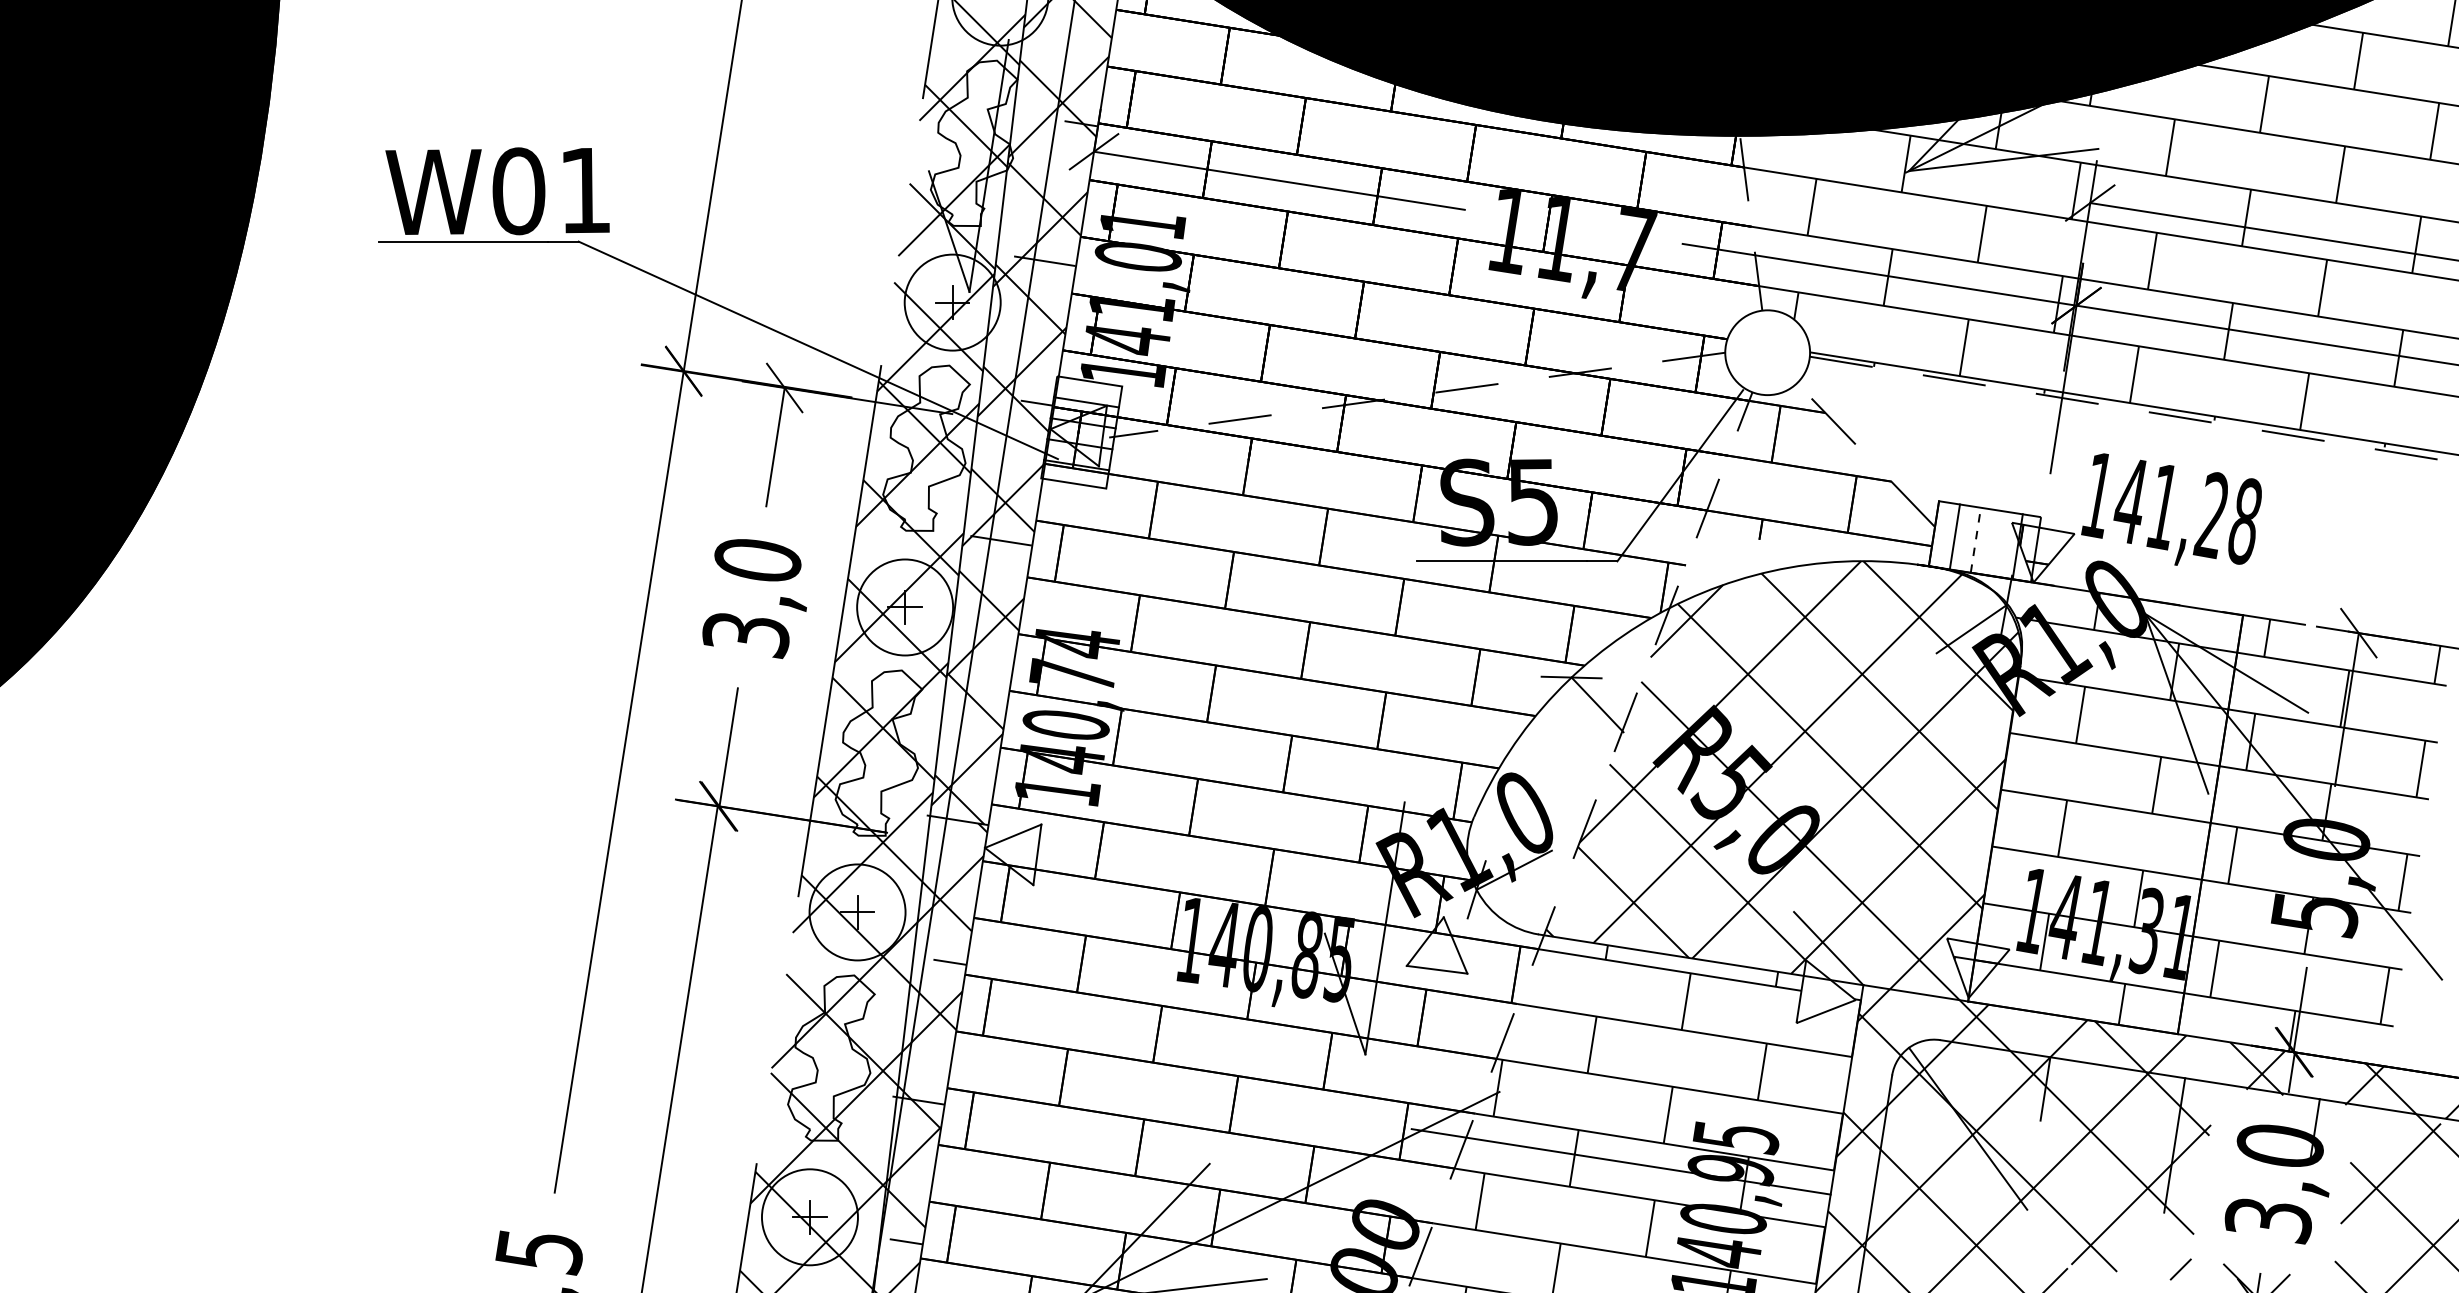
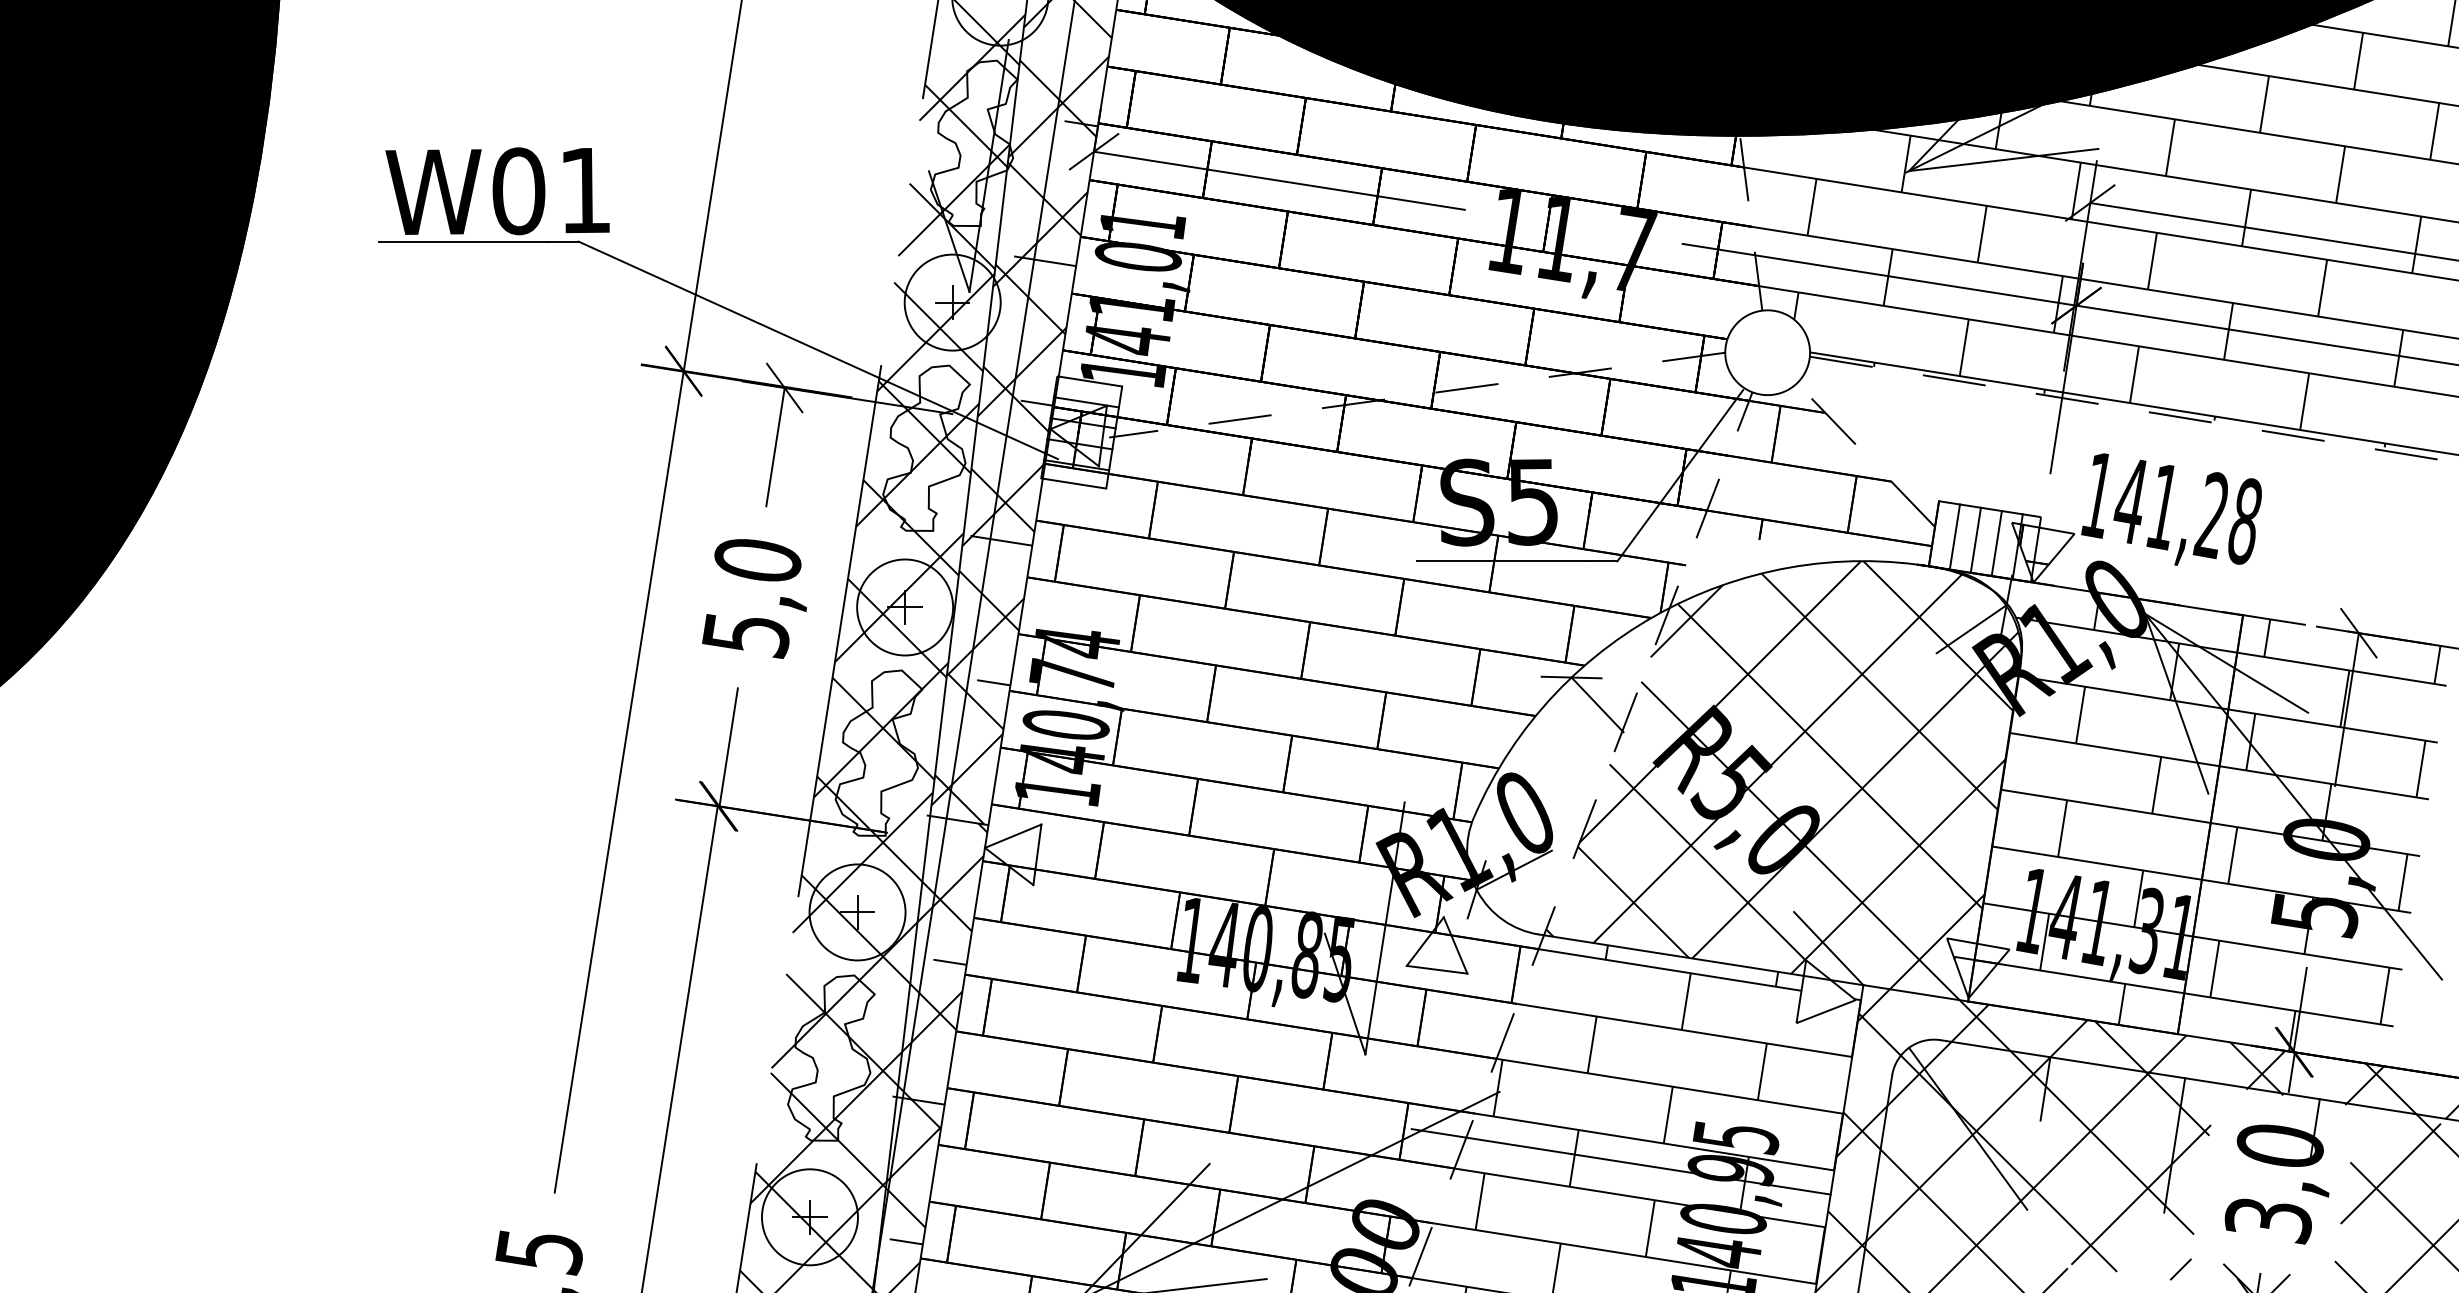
line at (1975, 540): dashed -> solid
line at (1996, 543): none -> present
text at (745, 635): 3,0 -> 5,0
line at (993, 682): none -> present
